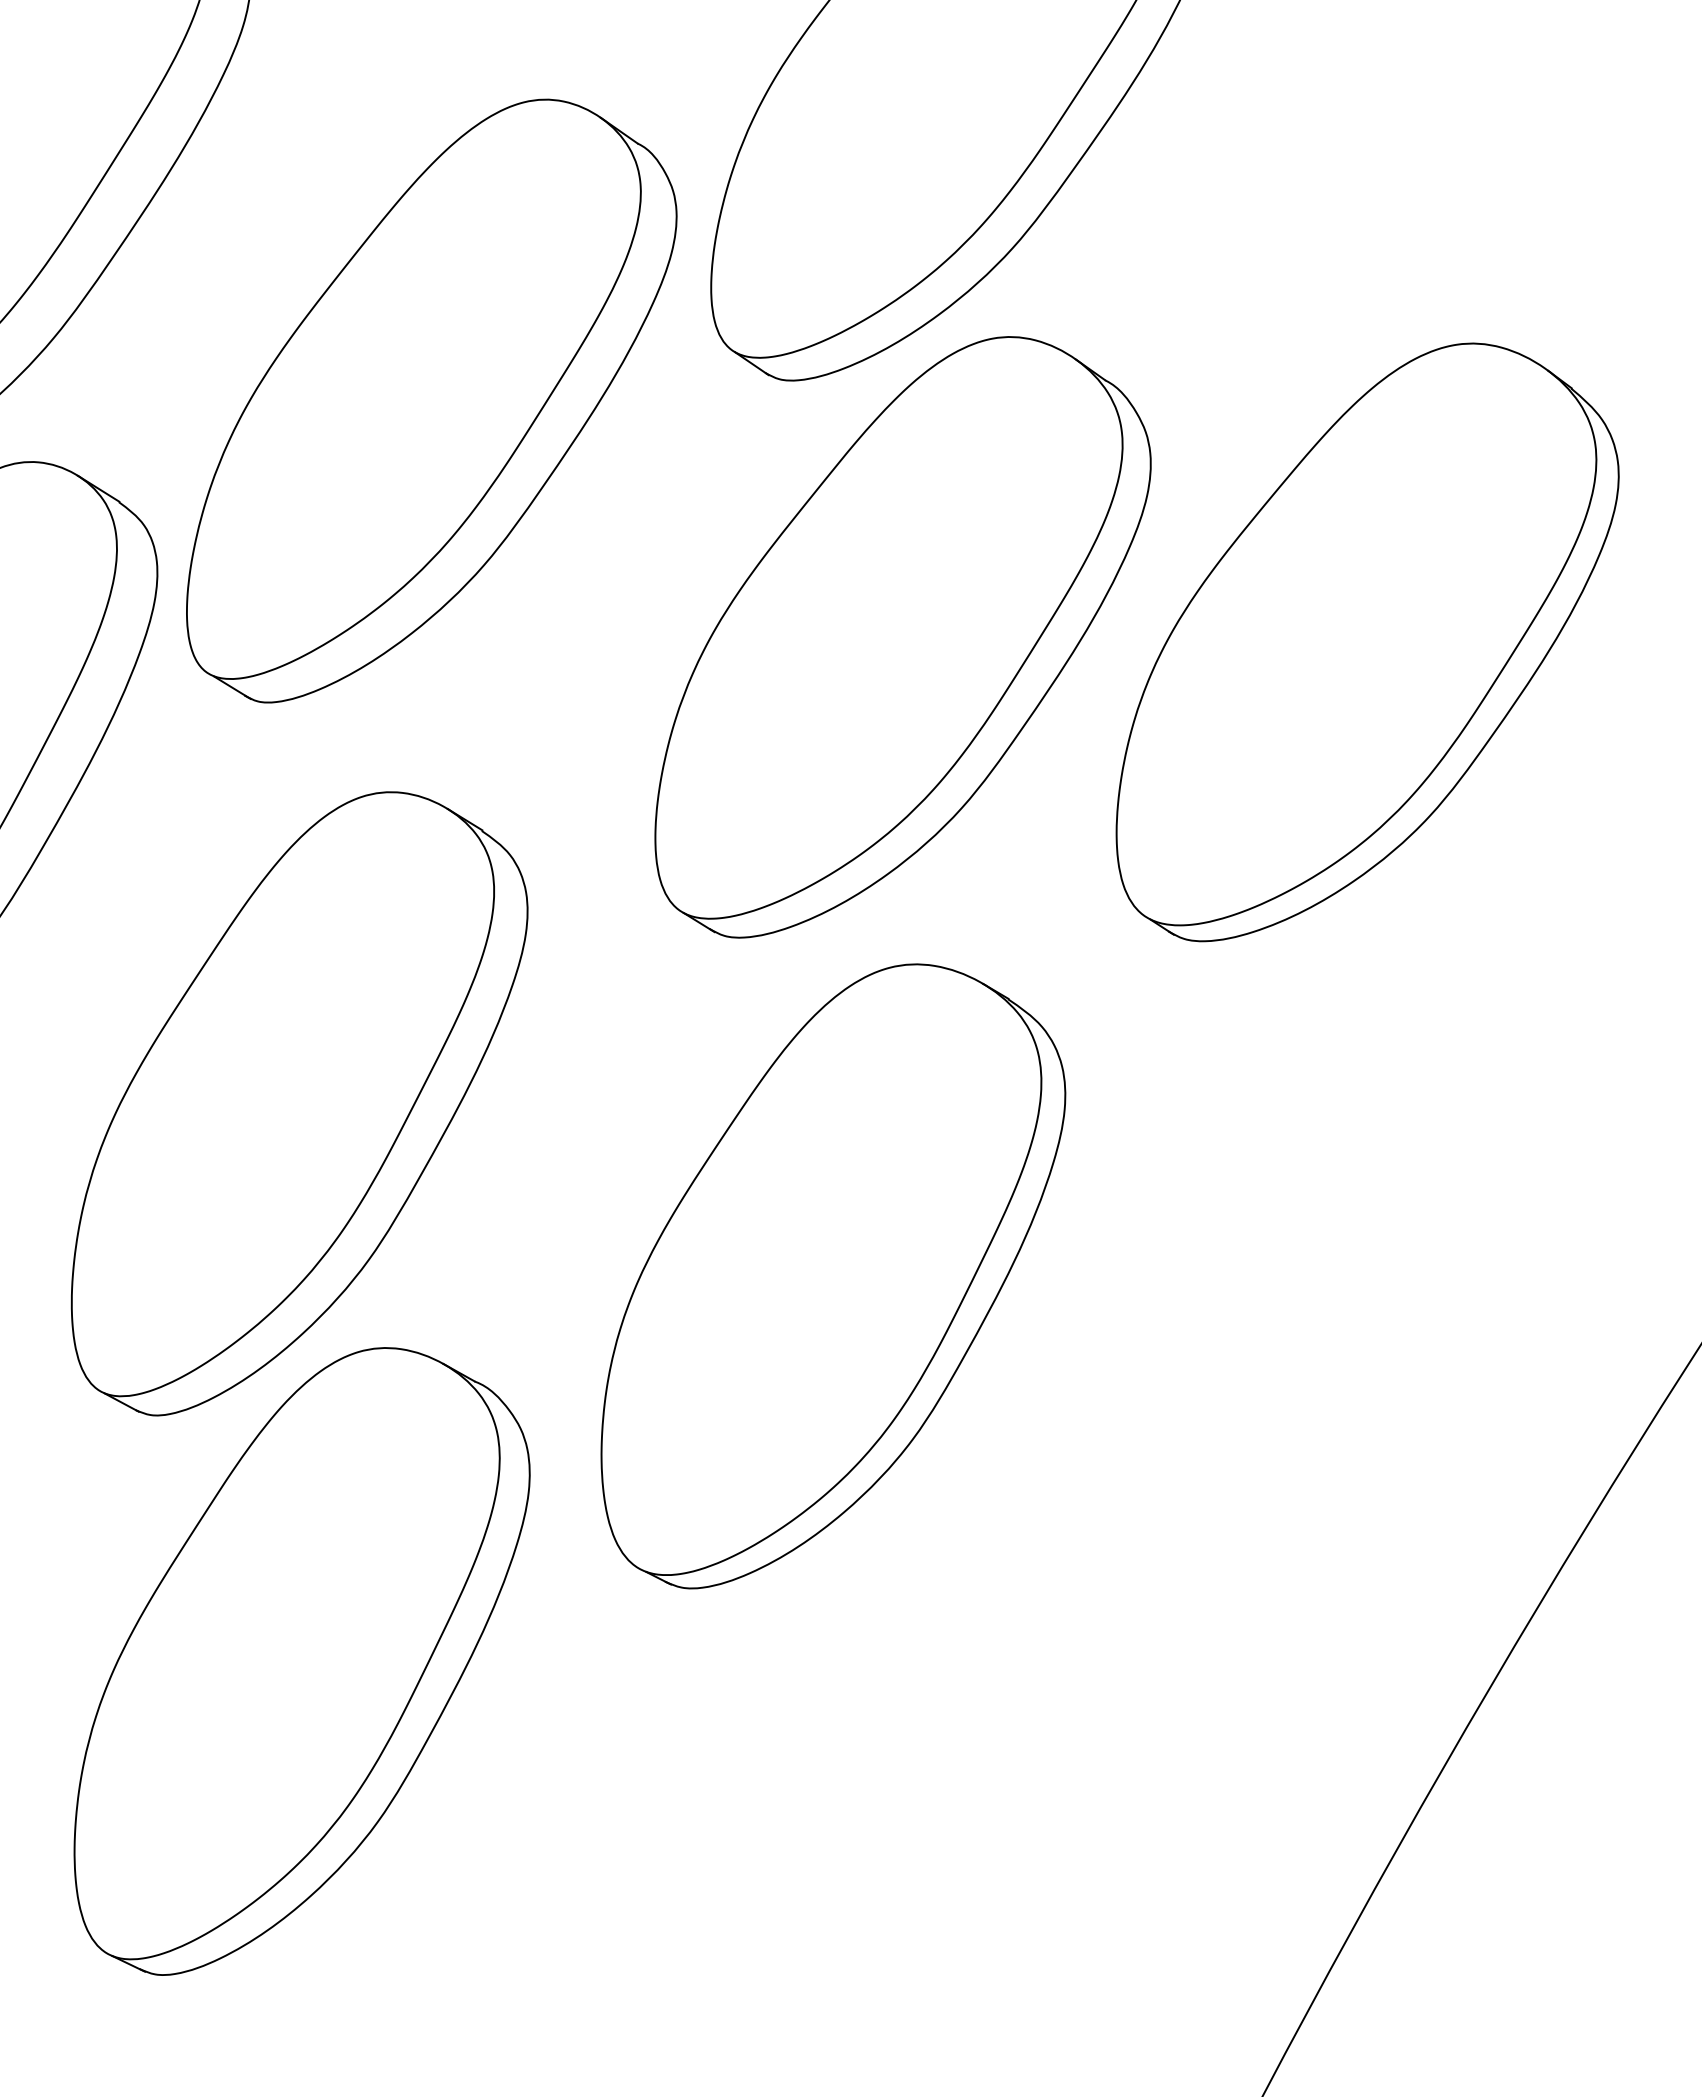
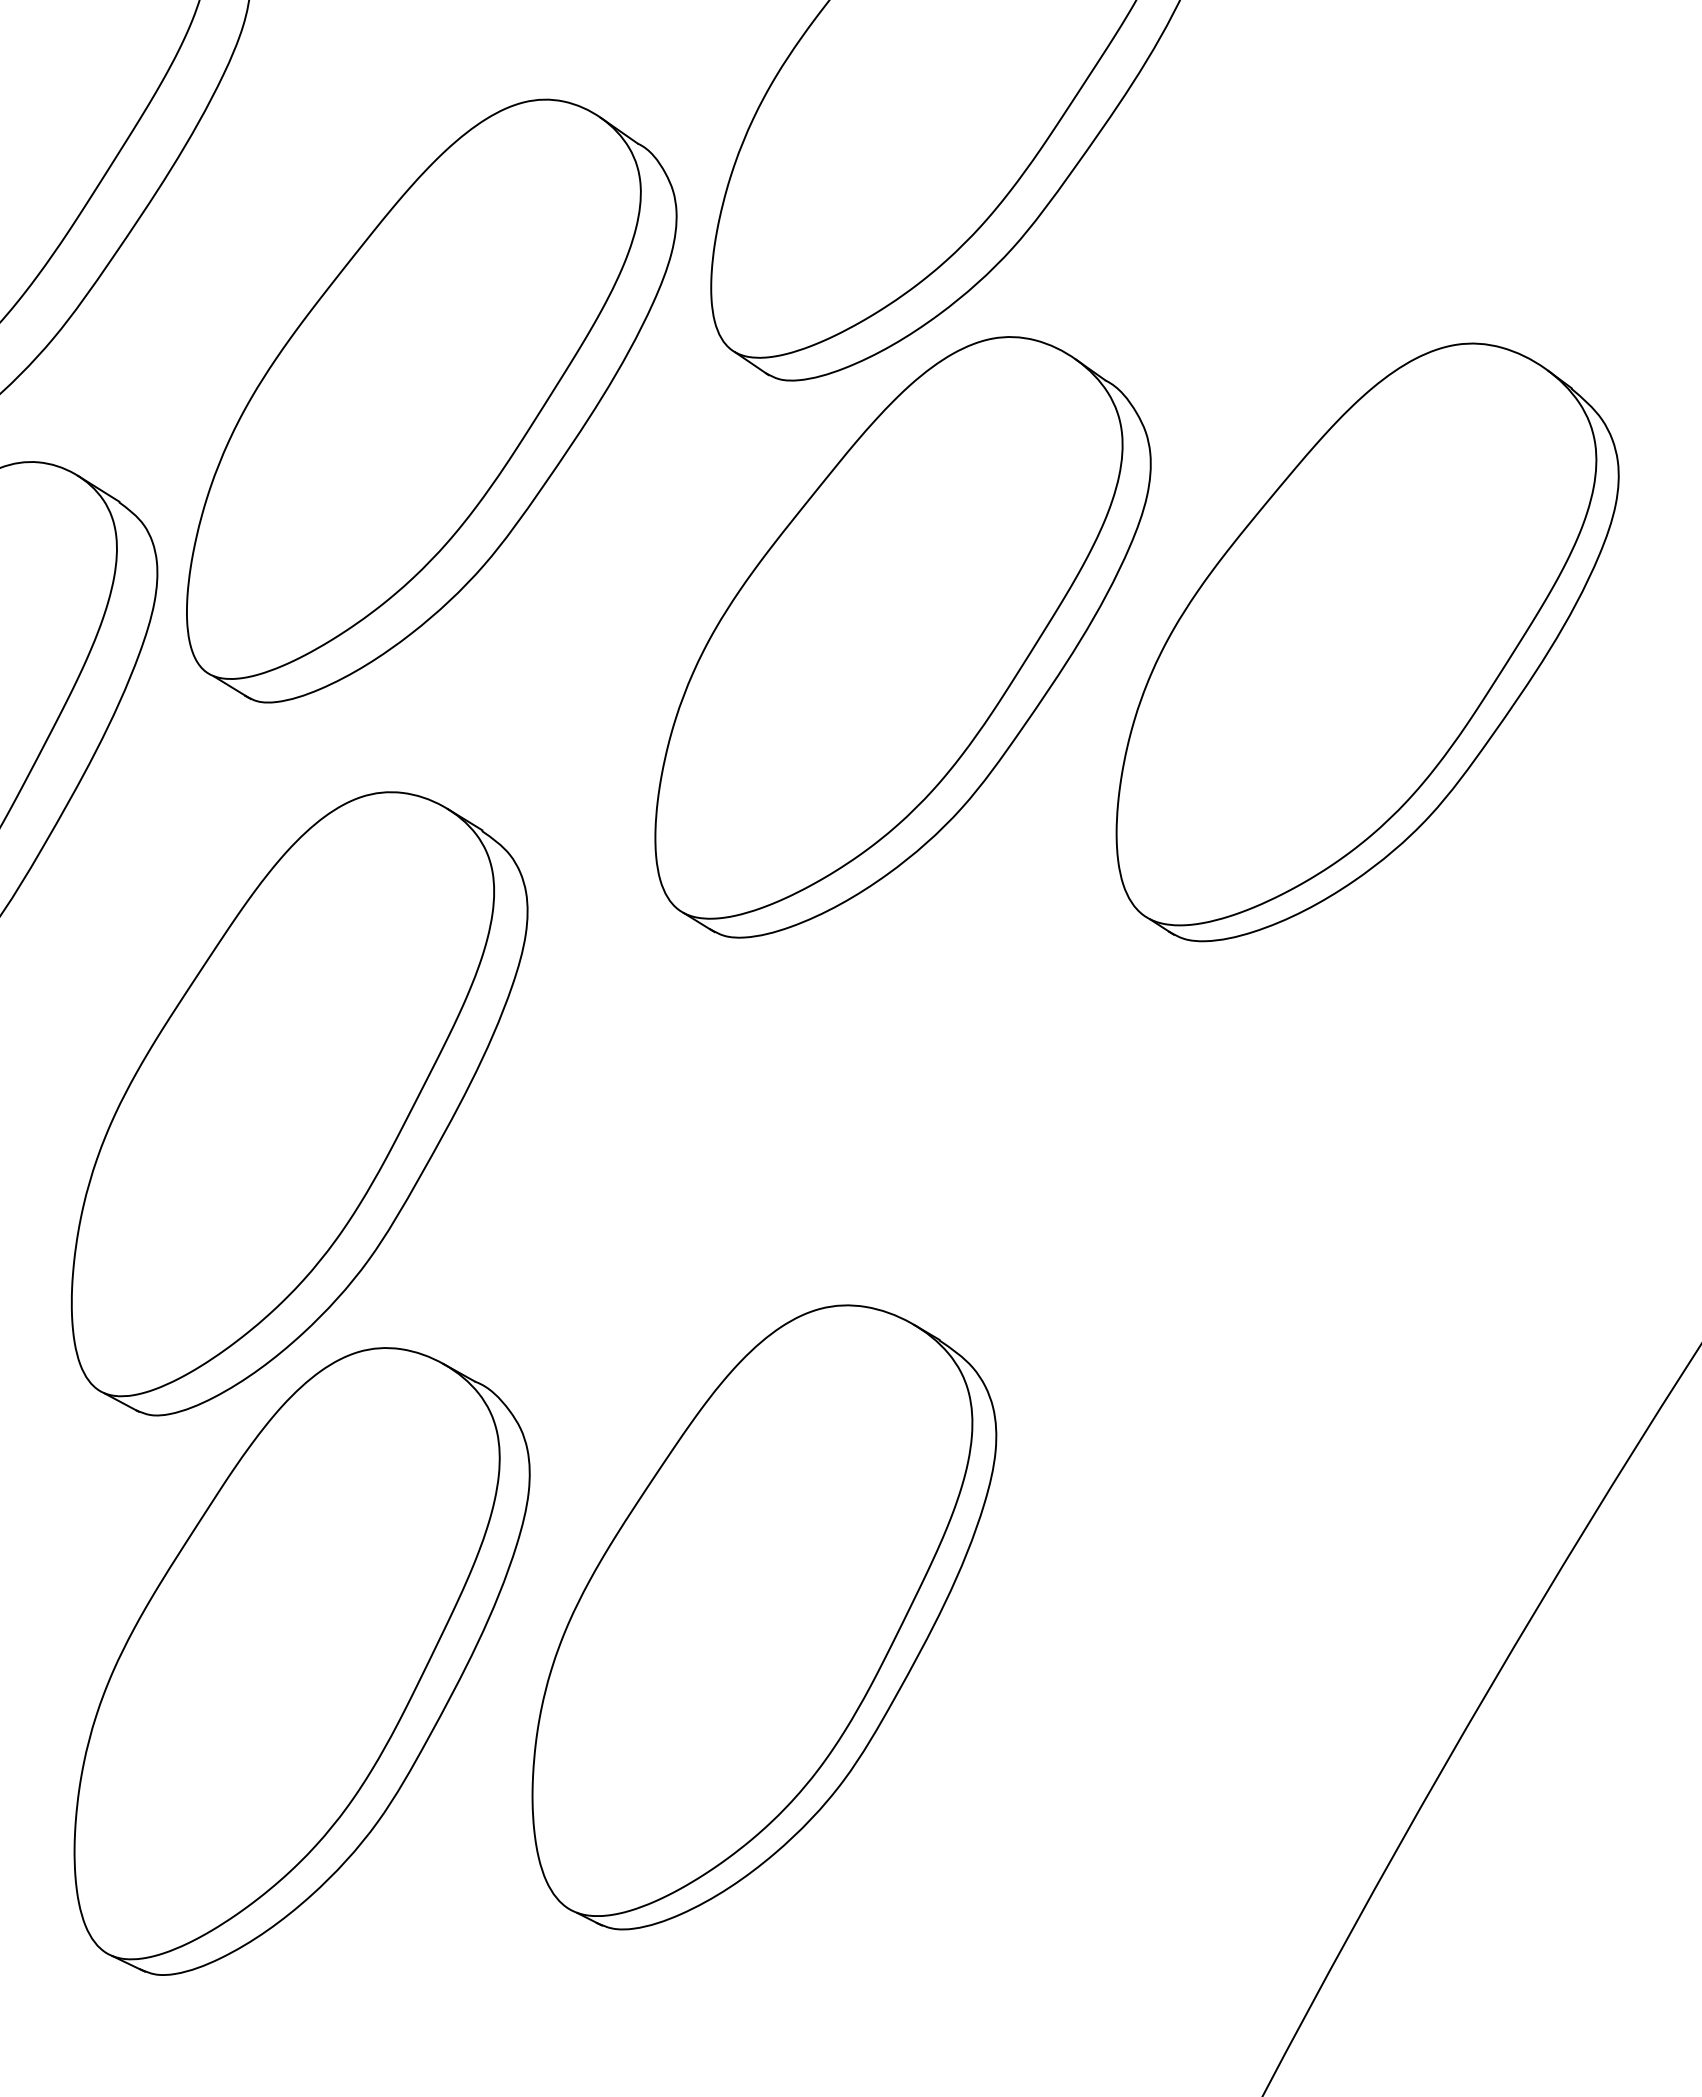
part at (833, 1276) position: (833, 1276) -> (764, 1617)
